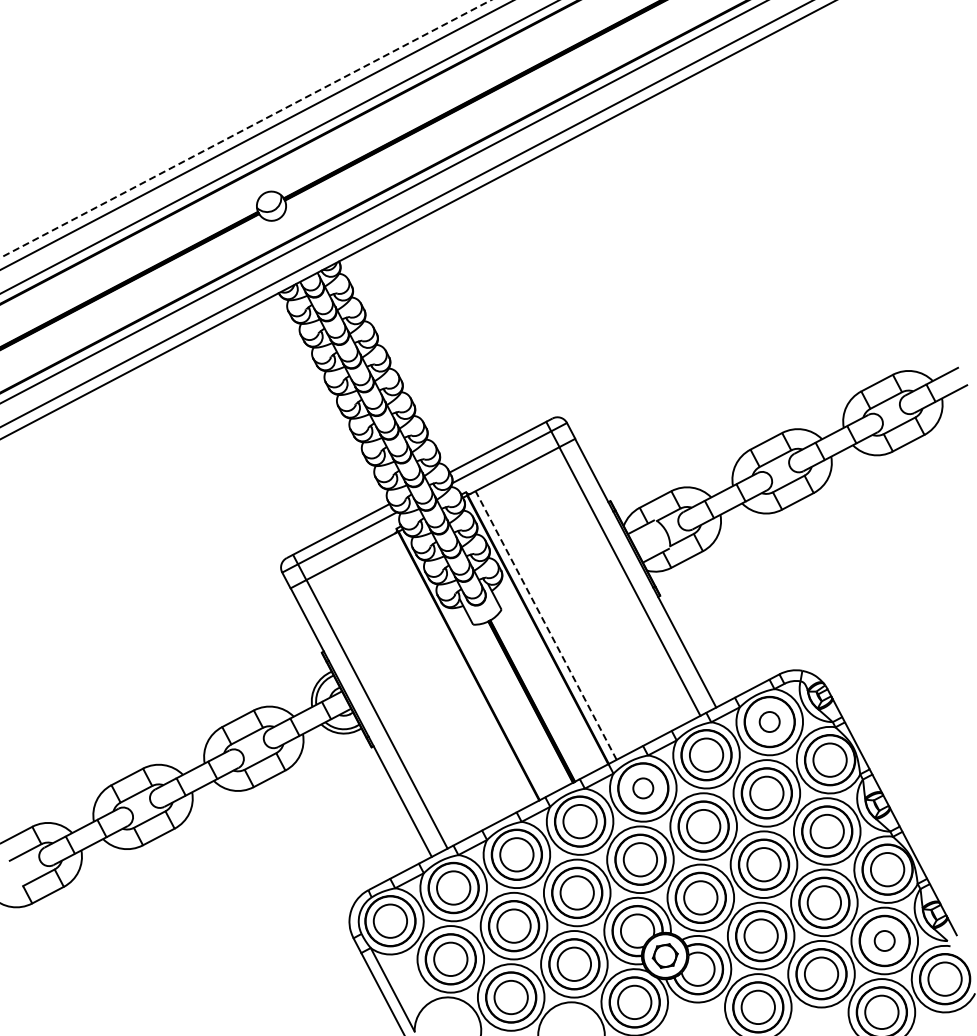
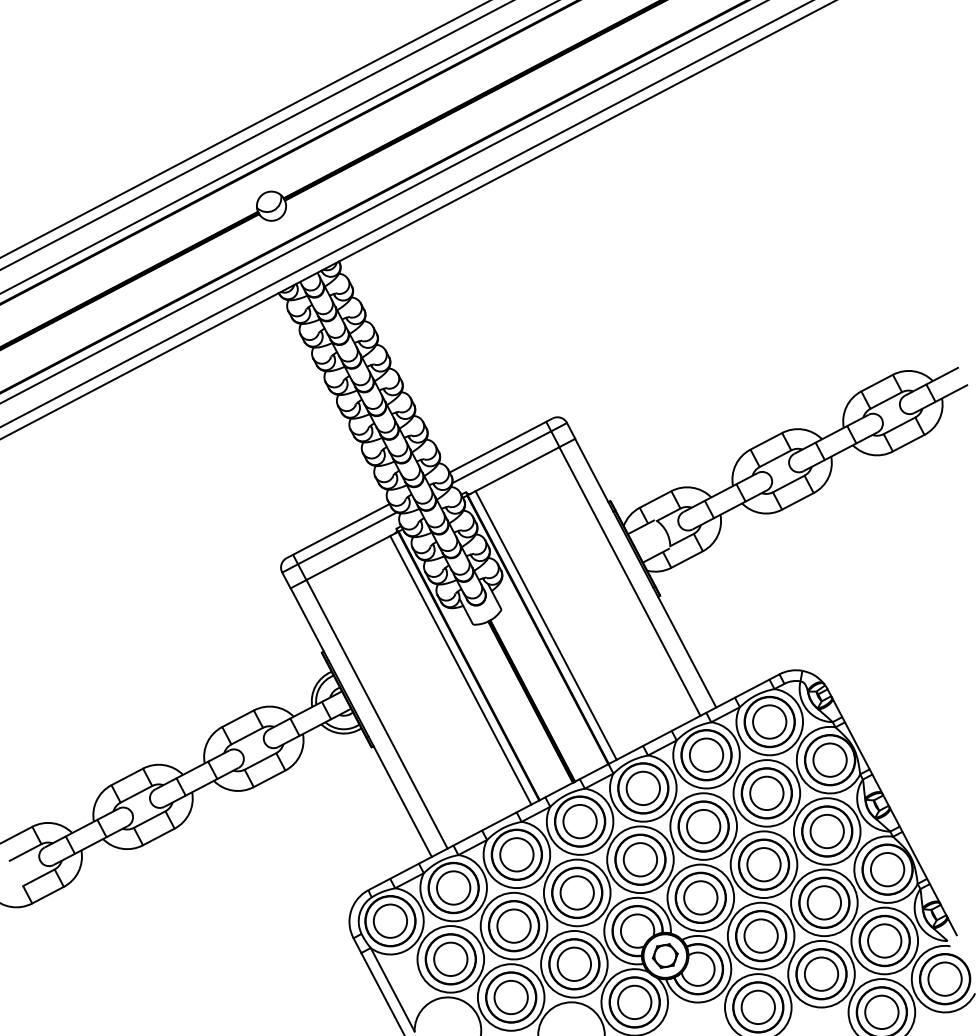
line at (245, 129): dashed -> solid
line at (546, 625): dashed -> solid
line at (460, 670): none -> present
circle at (769, 722) diameter: 20 px -> 33 px
circle at (643, 788) diameter: 20 px -> 33 px
circle at (884, 940) diameter: 20 px -> 33 px
